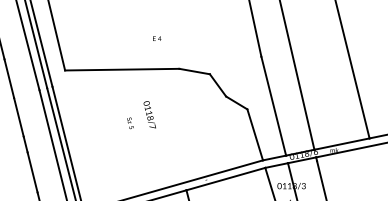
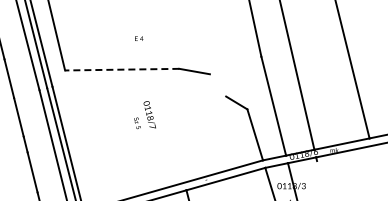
text at (157, 38) position: (157, 38) -> (139, 38)
line at (121, 69): solid -> dashed
line at (217, 85): present -> none
text at (130, 123) position: (130, 123) -> (137, 123)
line at (321, 179): present -> none
